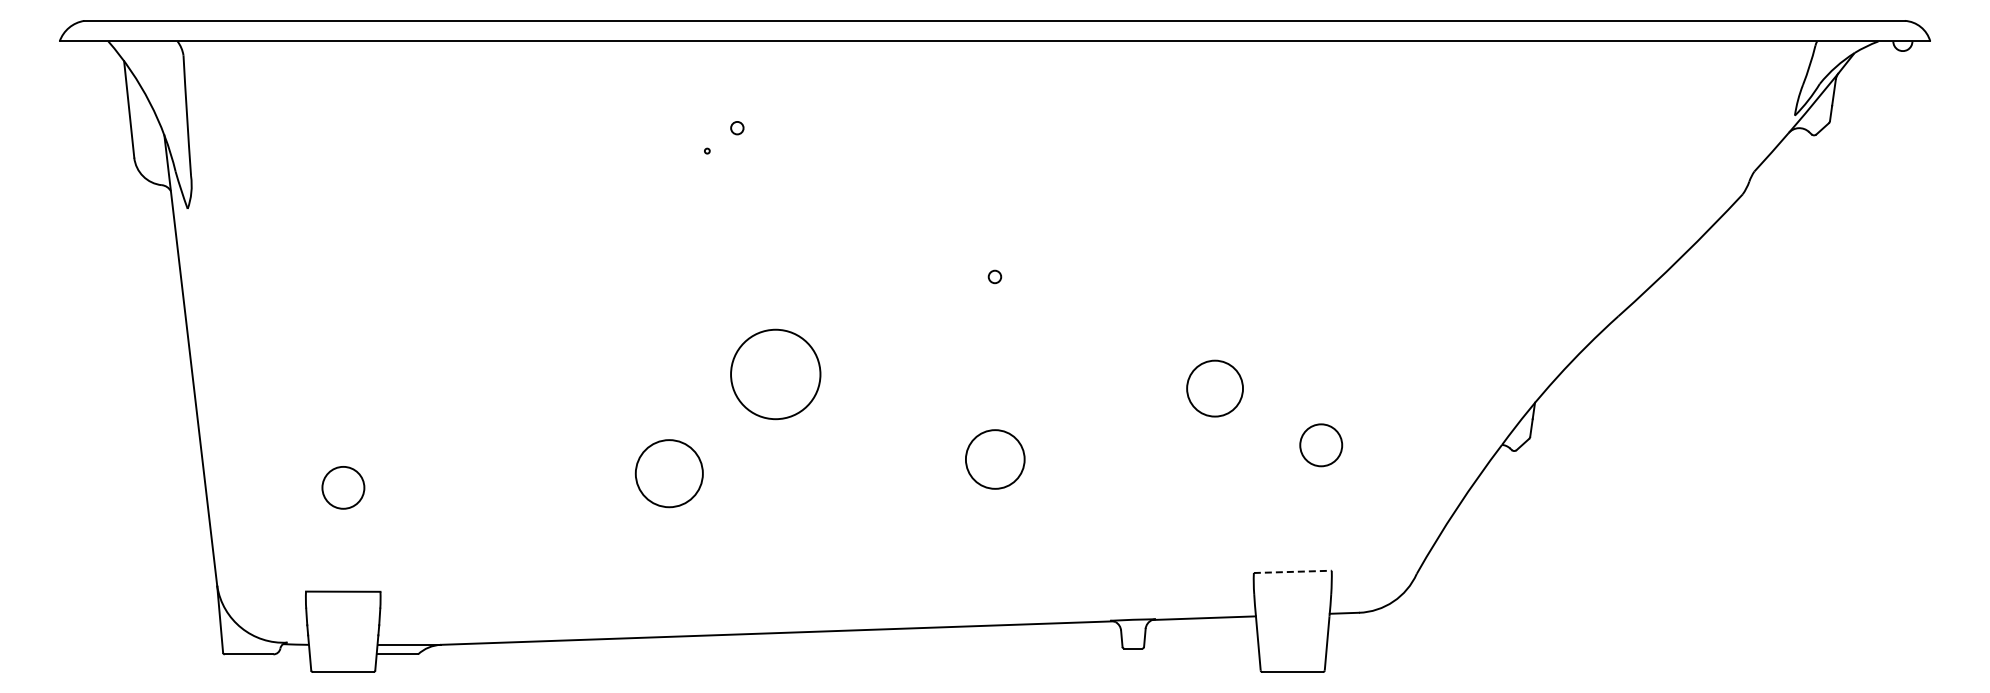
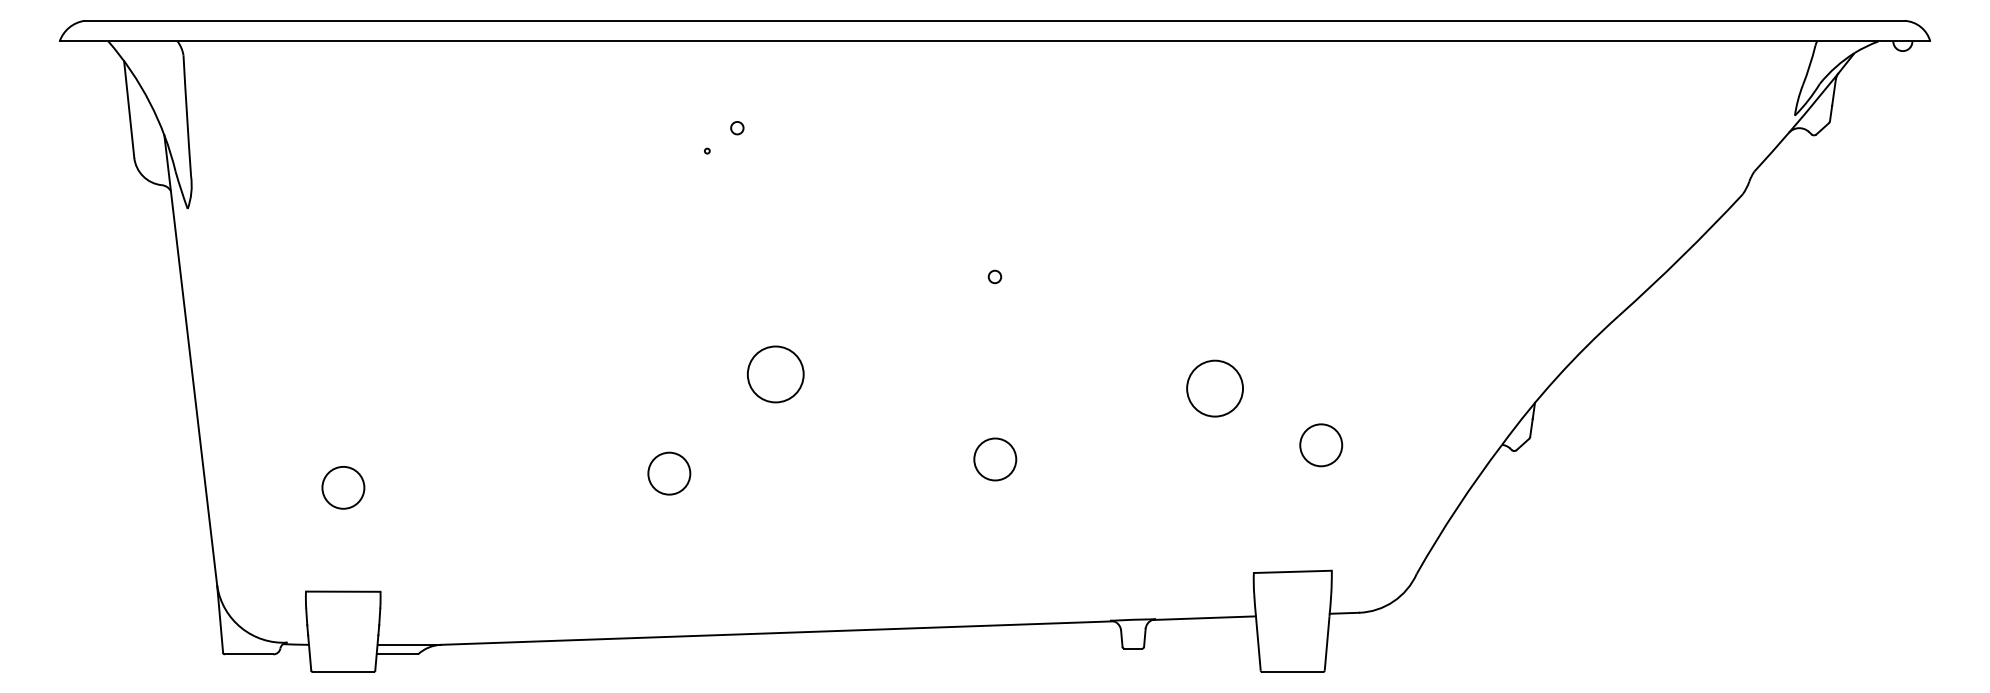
circle at (775, 374) diameter: 89 px -> 56 px
circle at (994, 459) diameter: 59 px -> 42 px
circle at (668, 473) diameter: 67 px -> 42 px
line at (1292, 571): dashed -> solid
